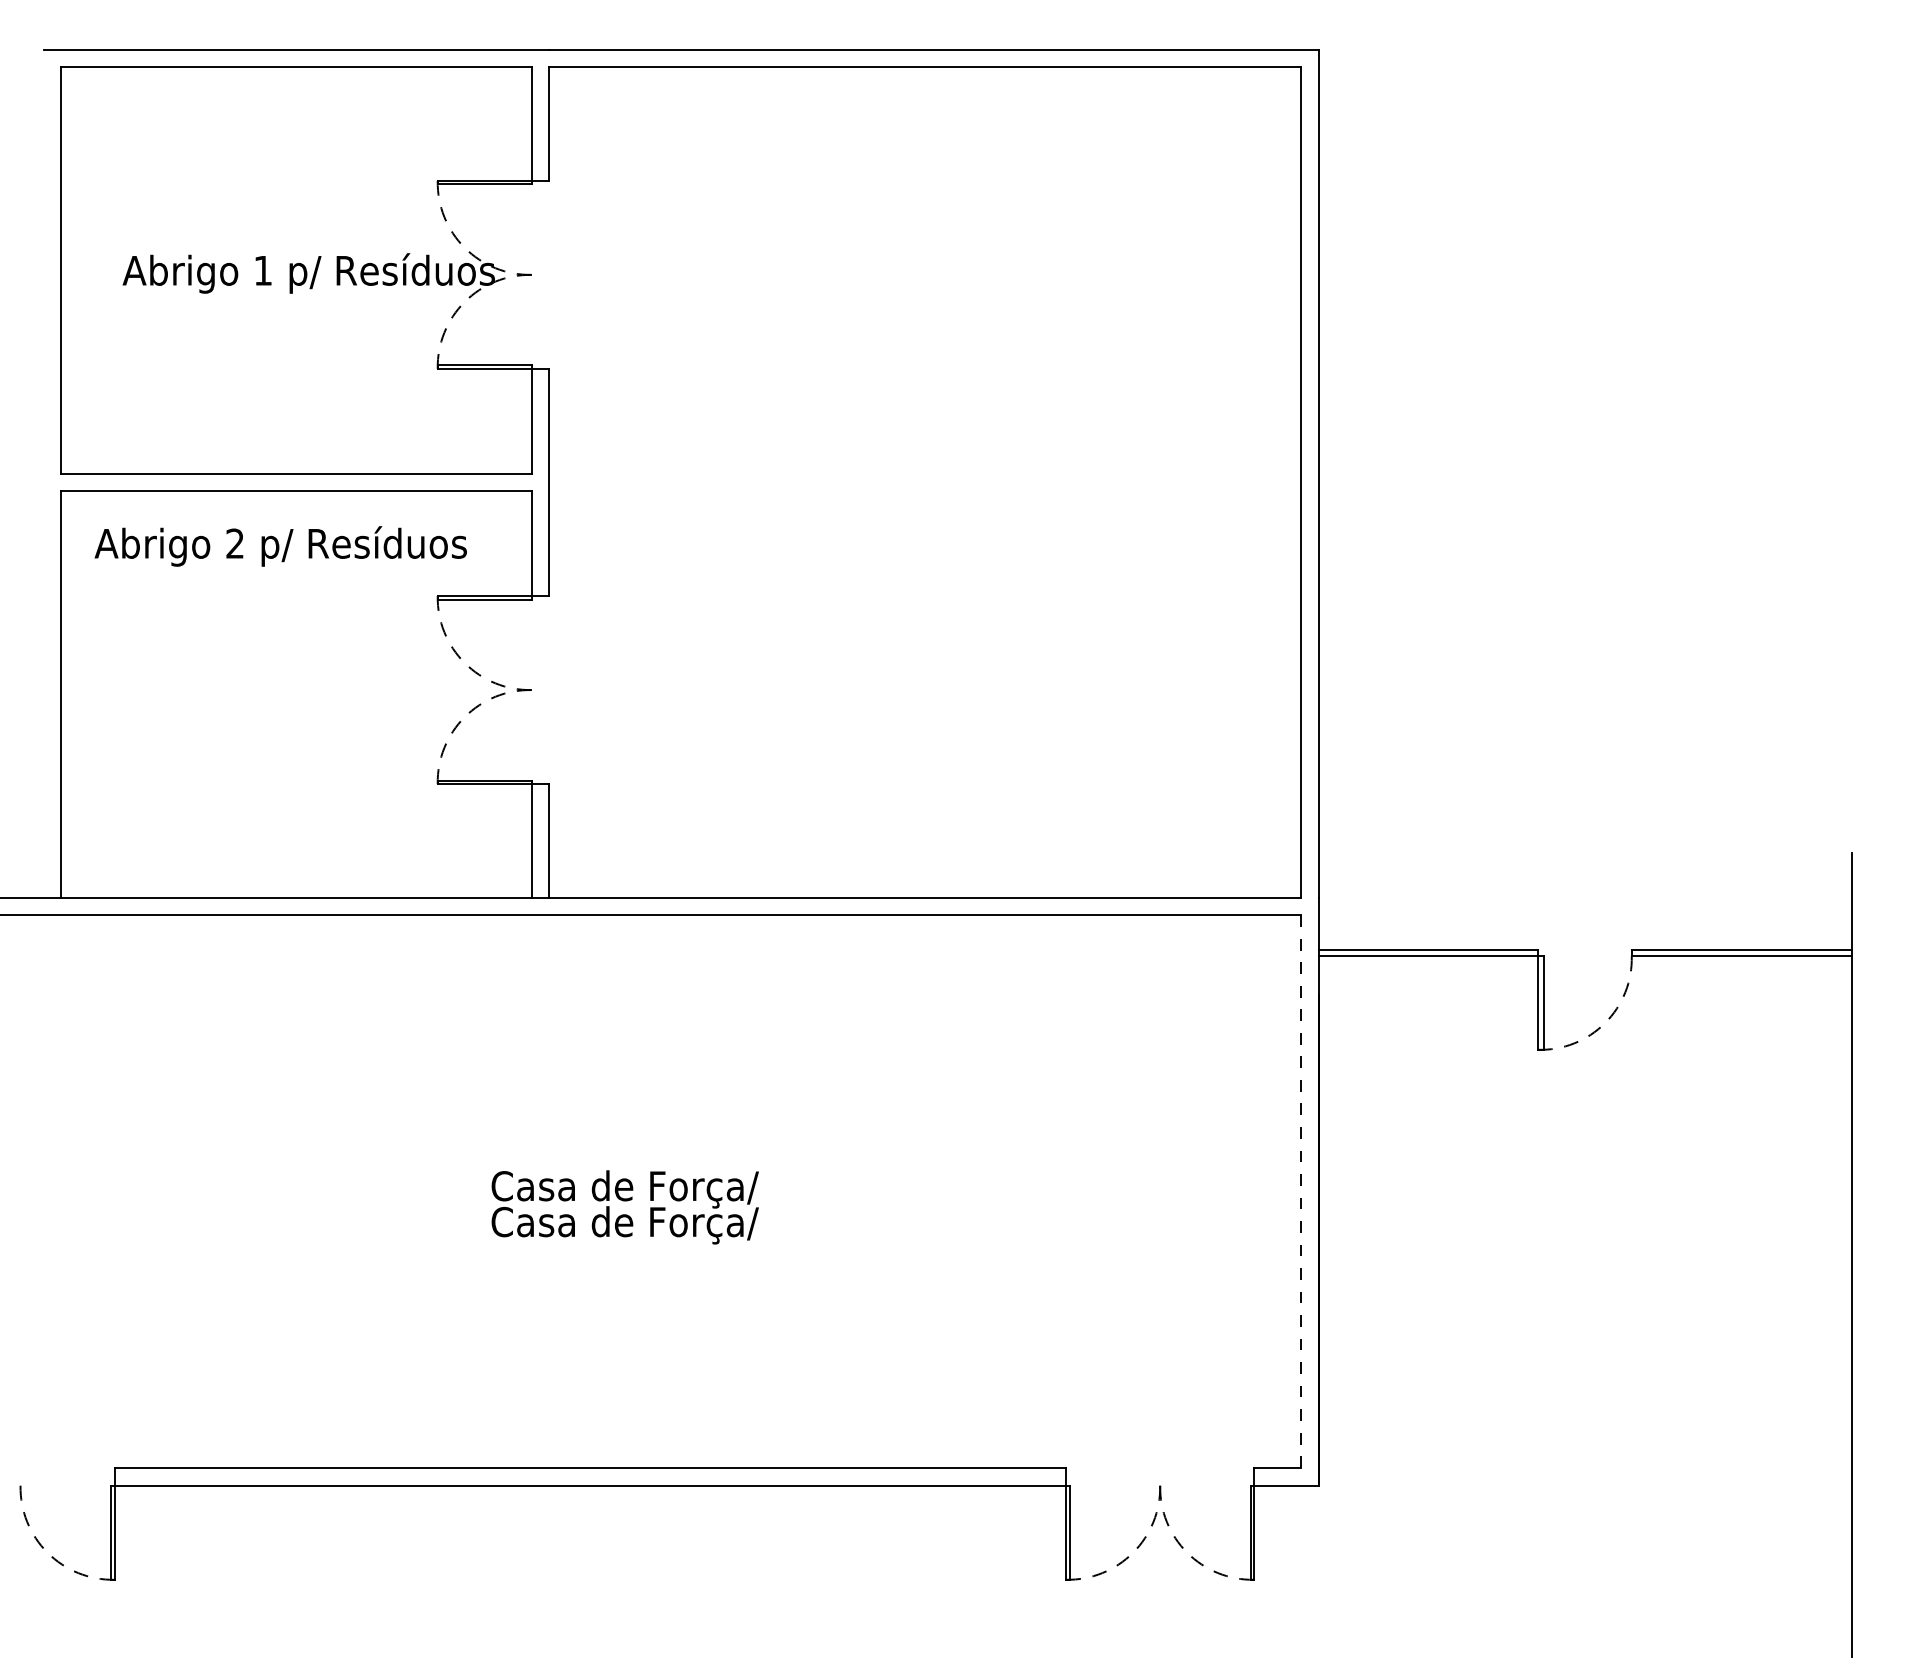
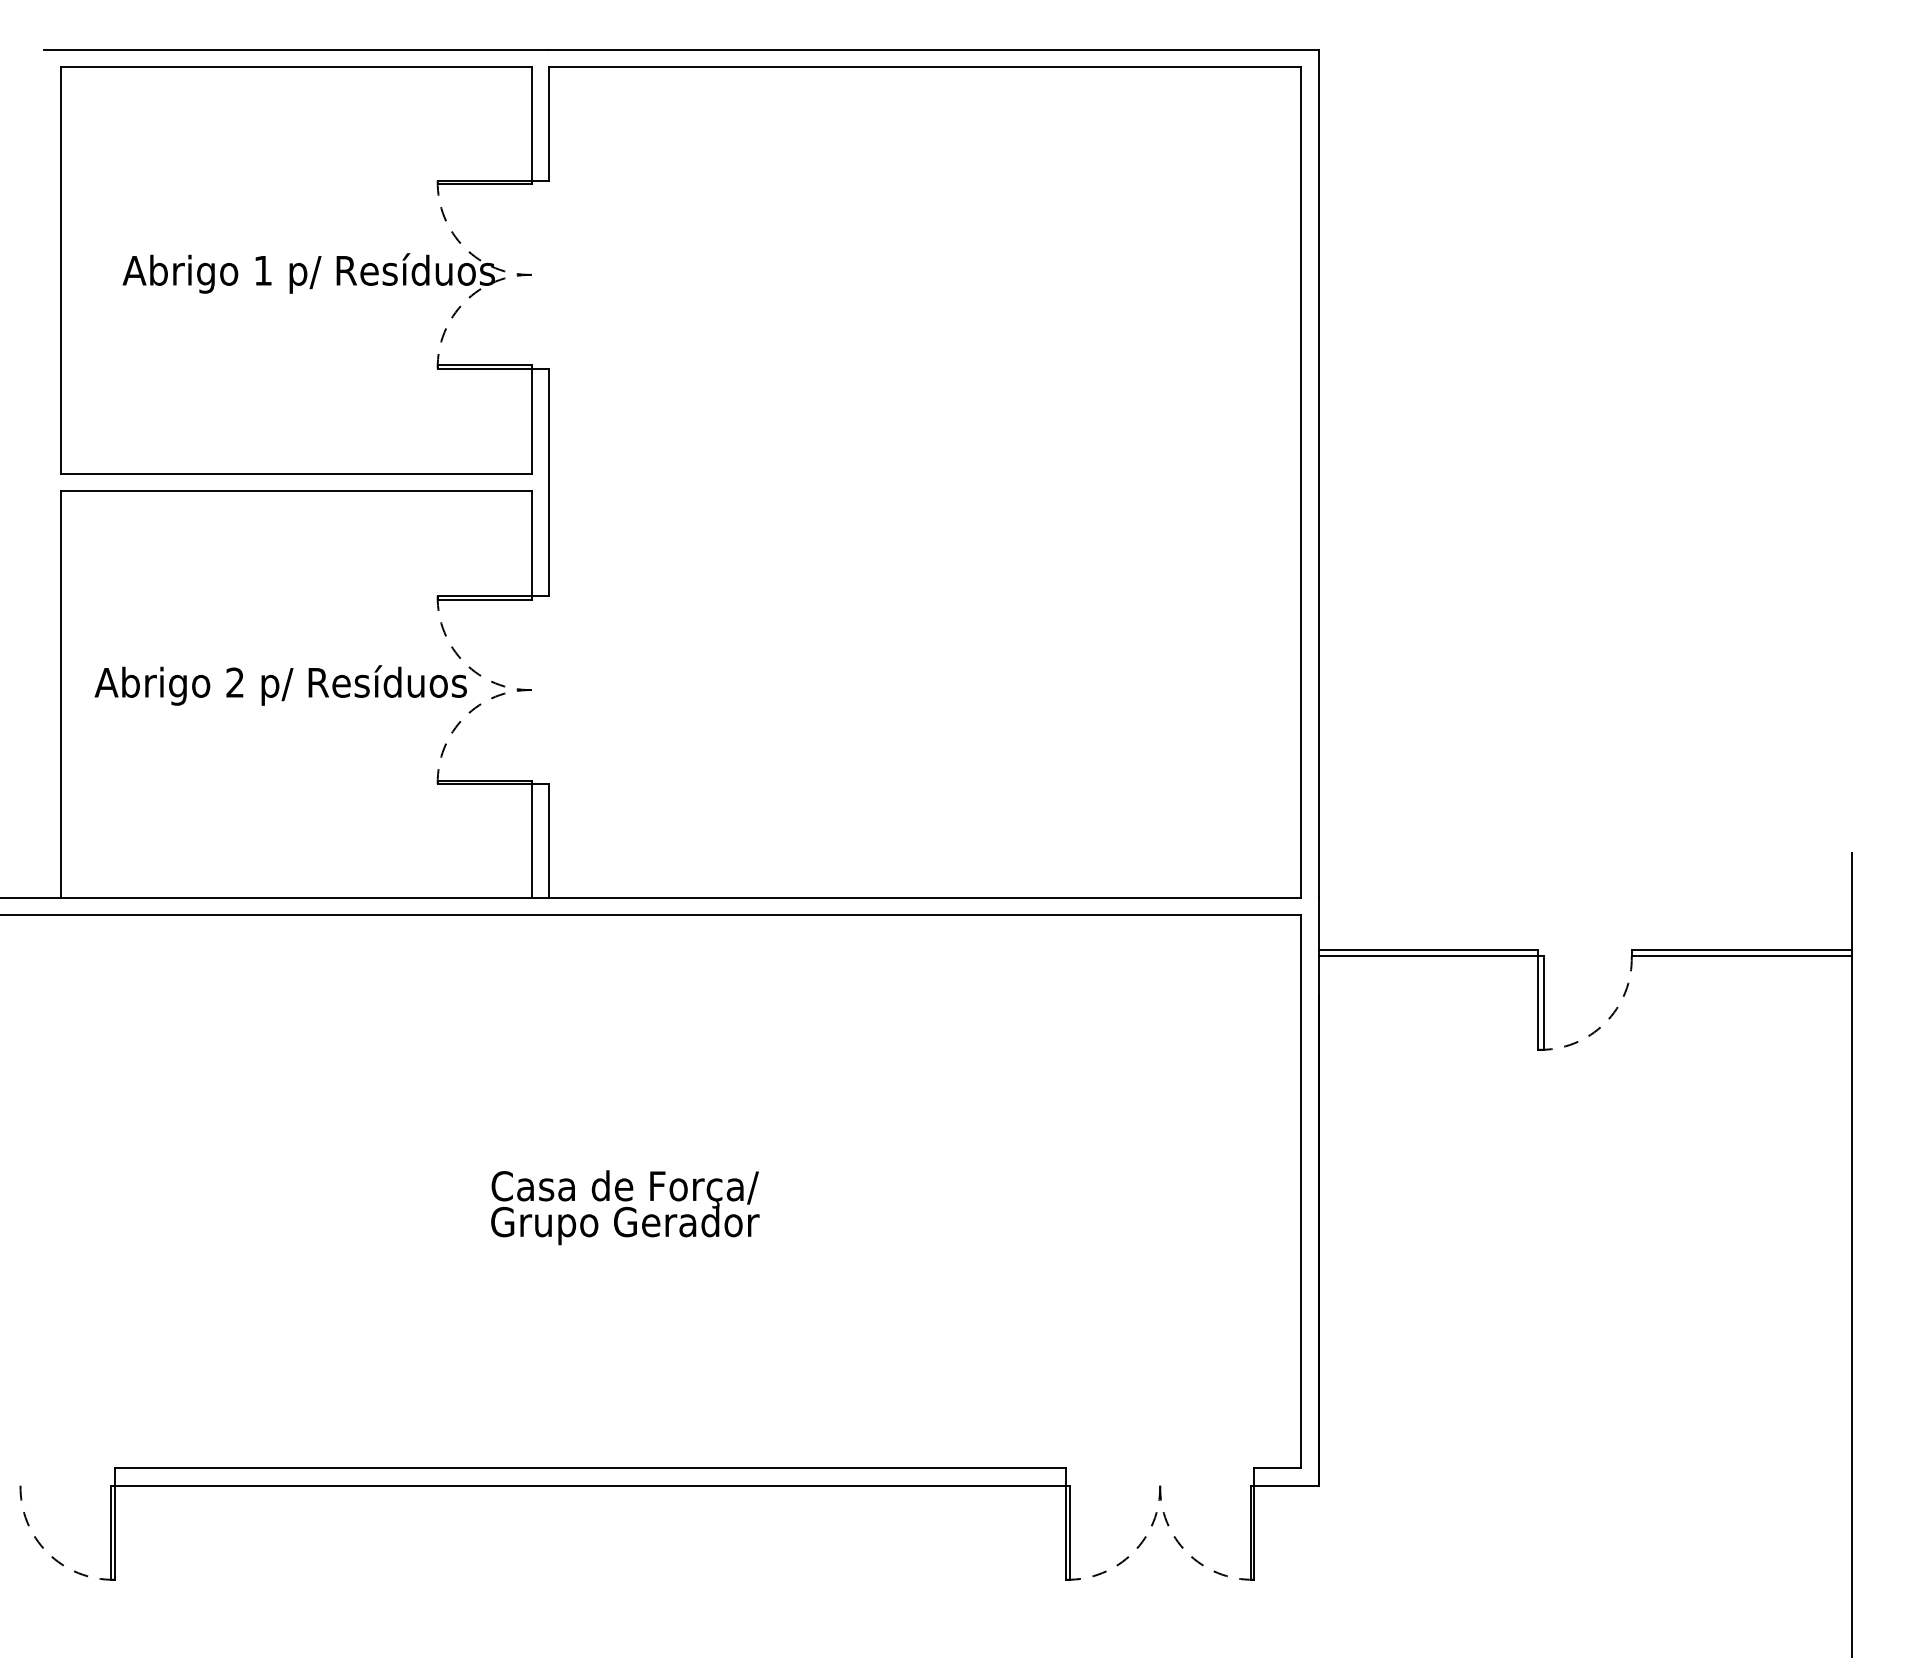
text at (280, 546) position: (280, 546) -> (280, 685)
line at (1301, 1191): dashed -> solid
text at (625, 1225): Casa de Força/ -> Grupo Gerador
